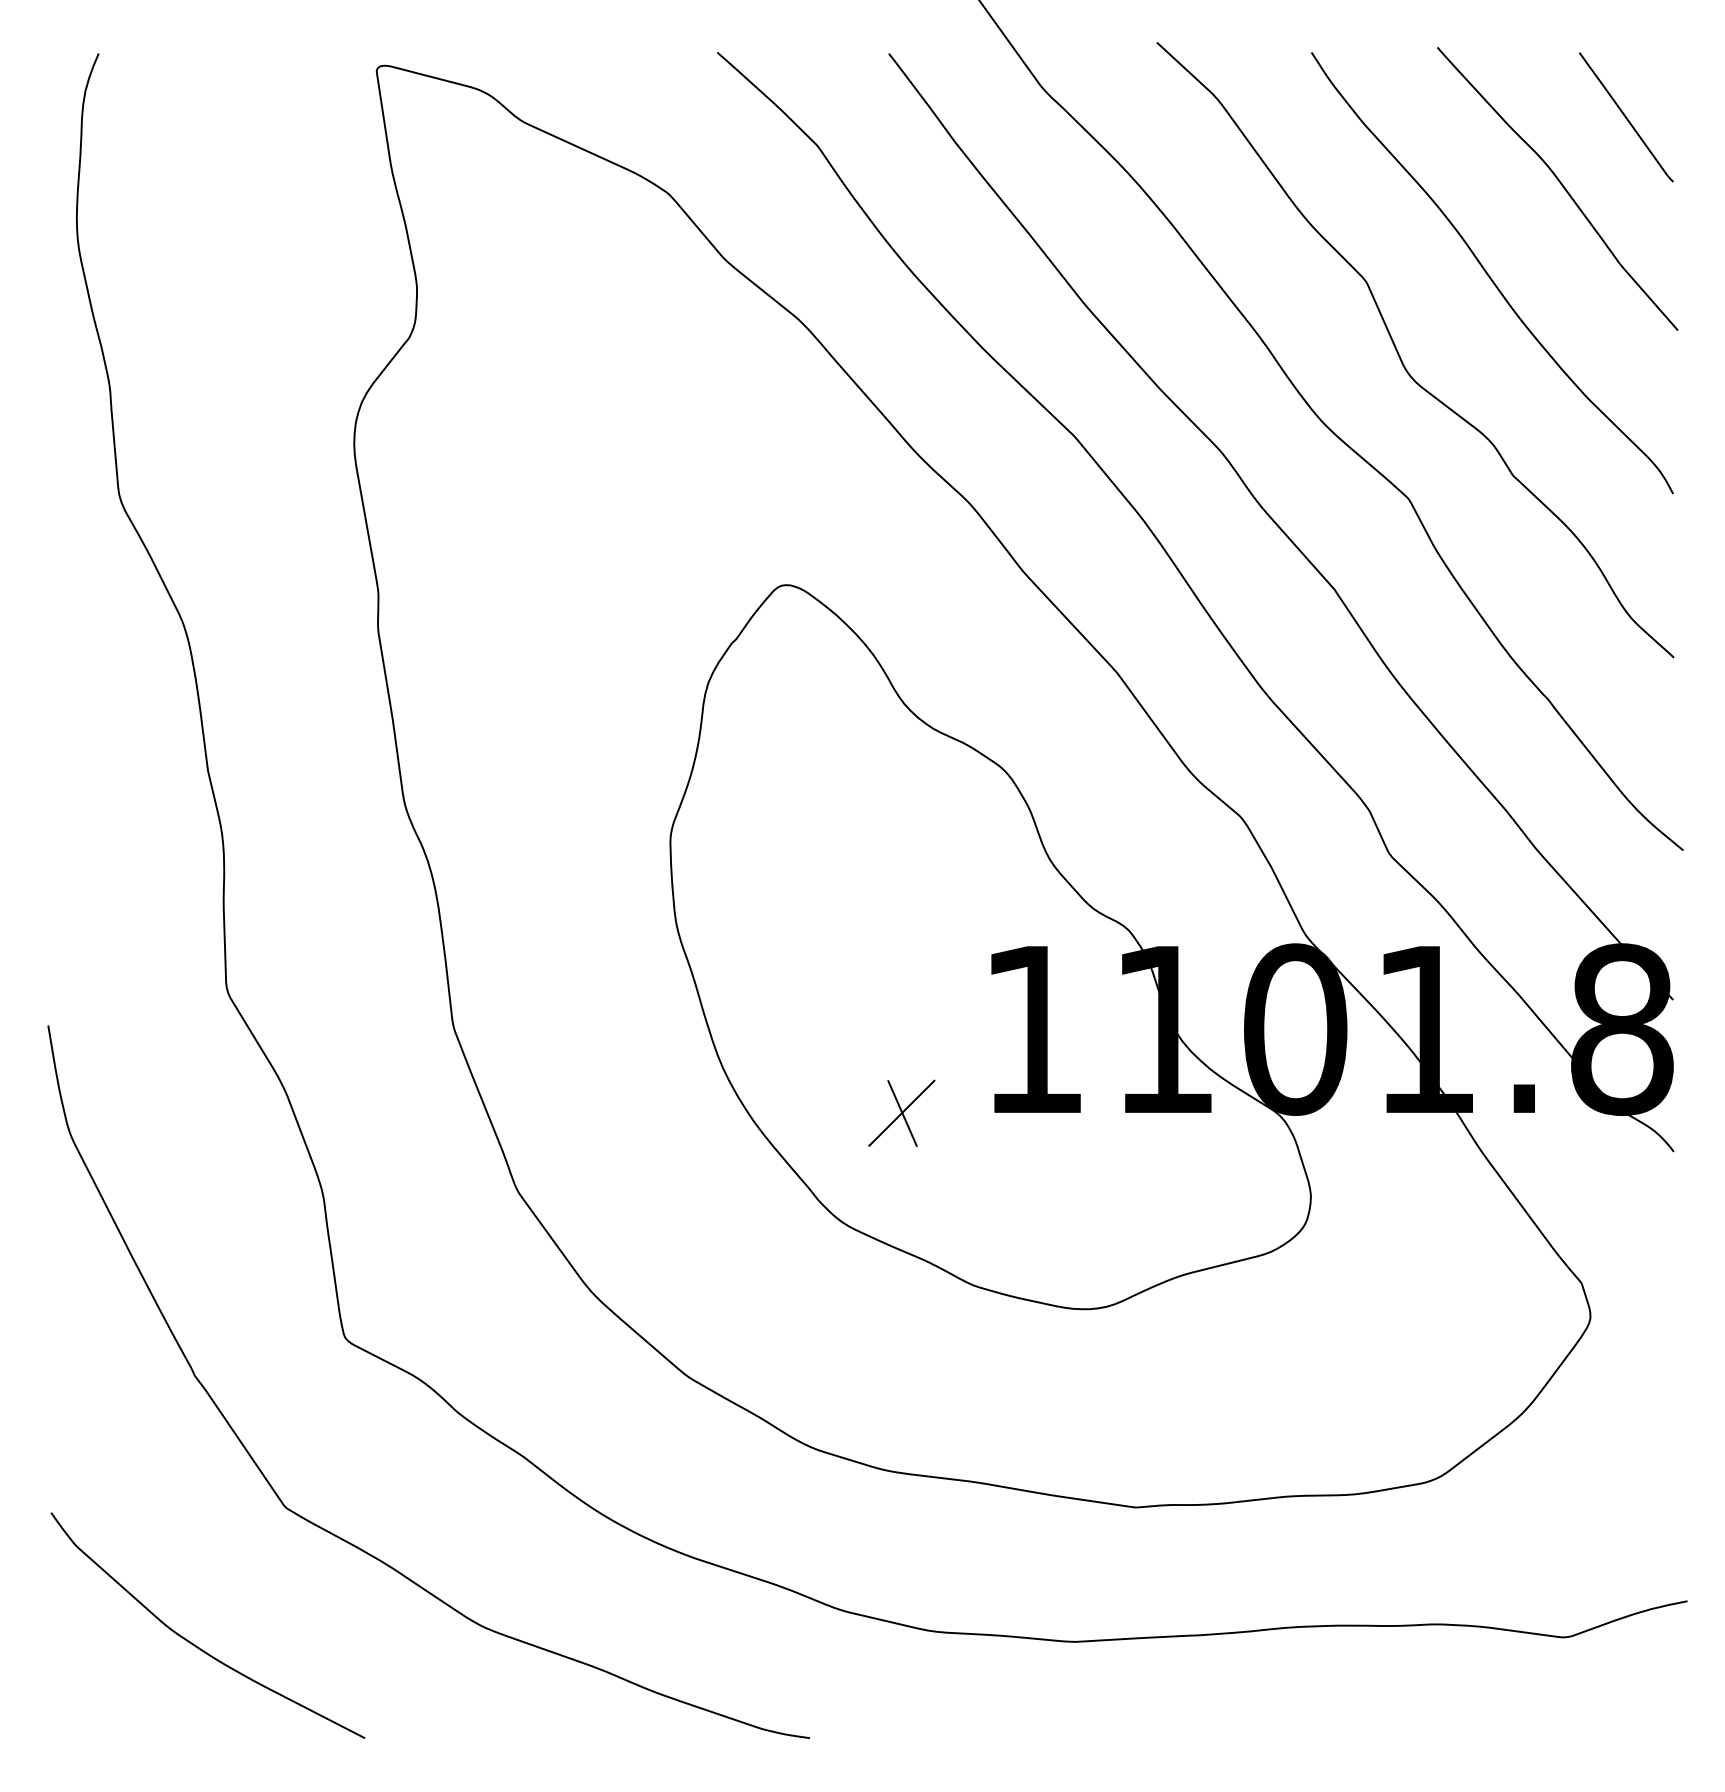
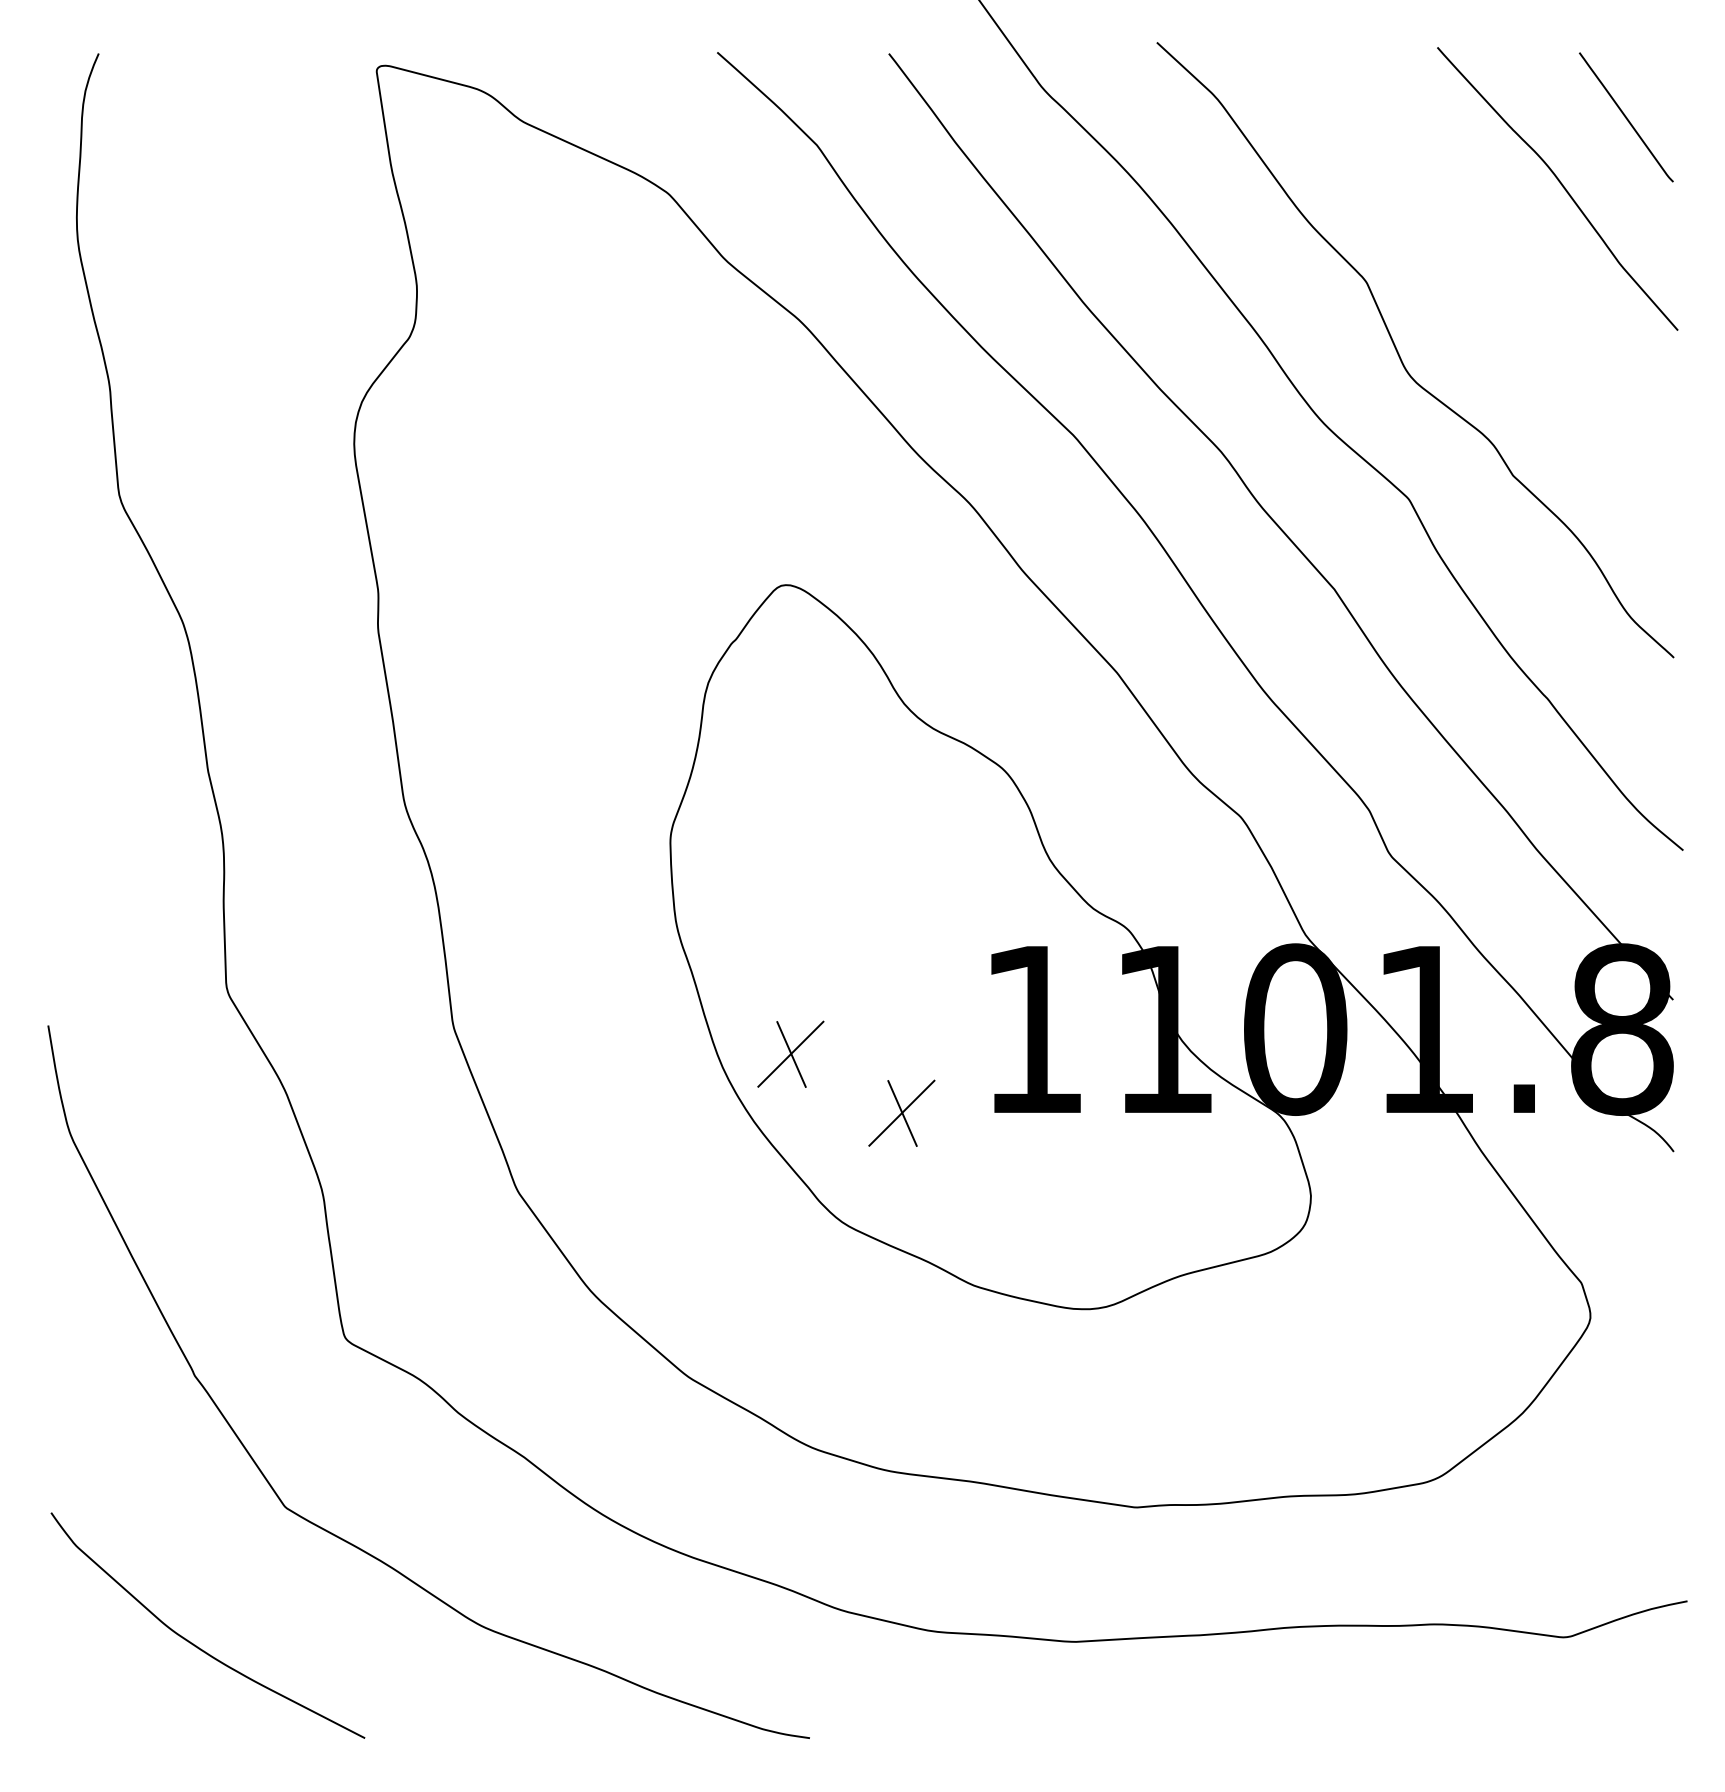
curve at (1489, 275): present -> none
part at (790, 1053): none -> present
